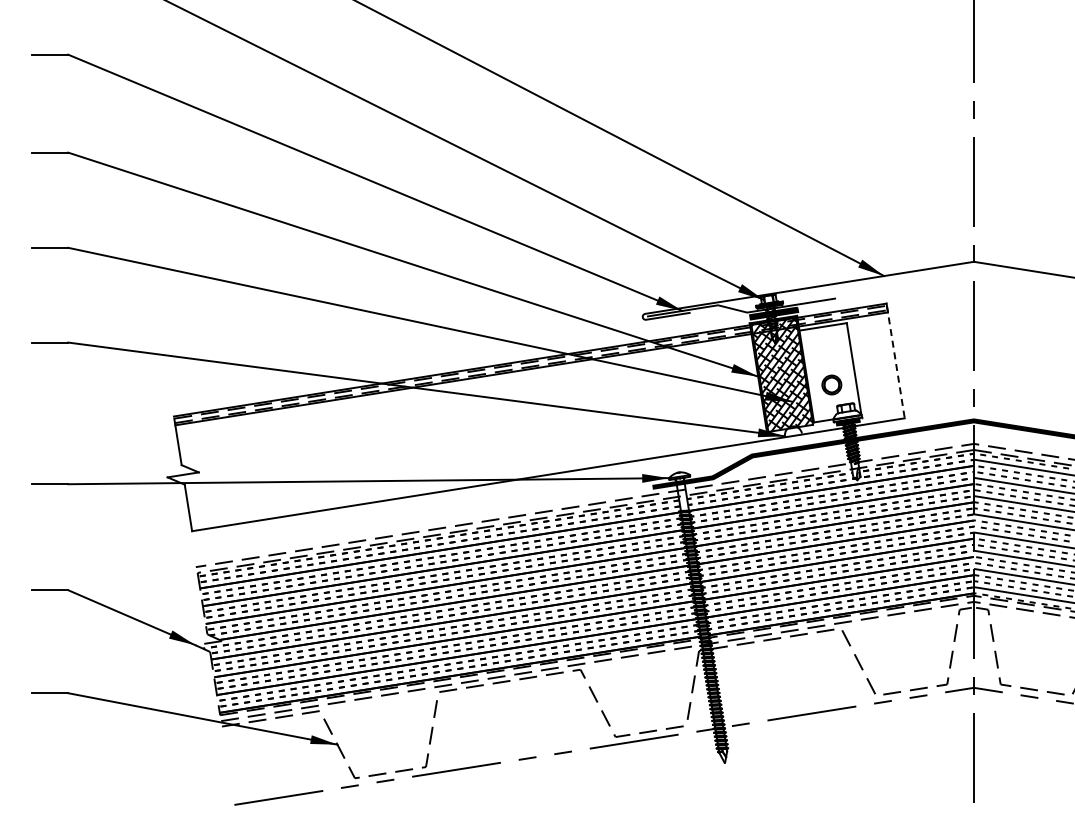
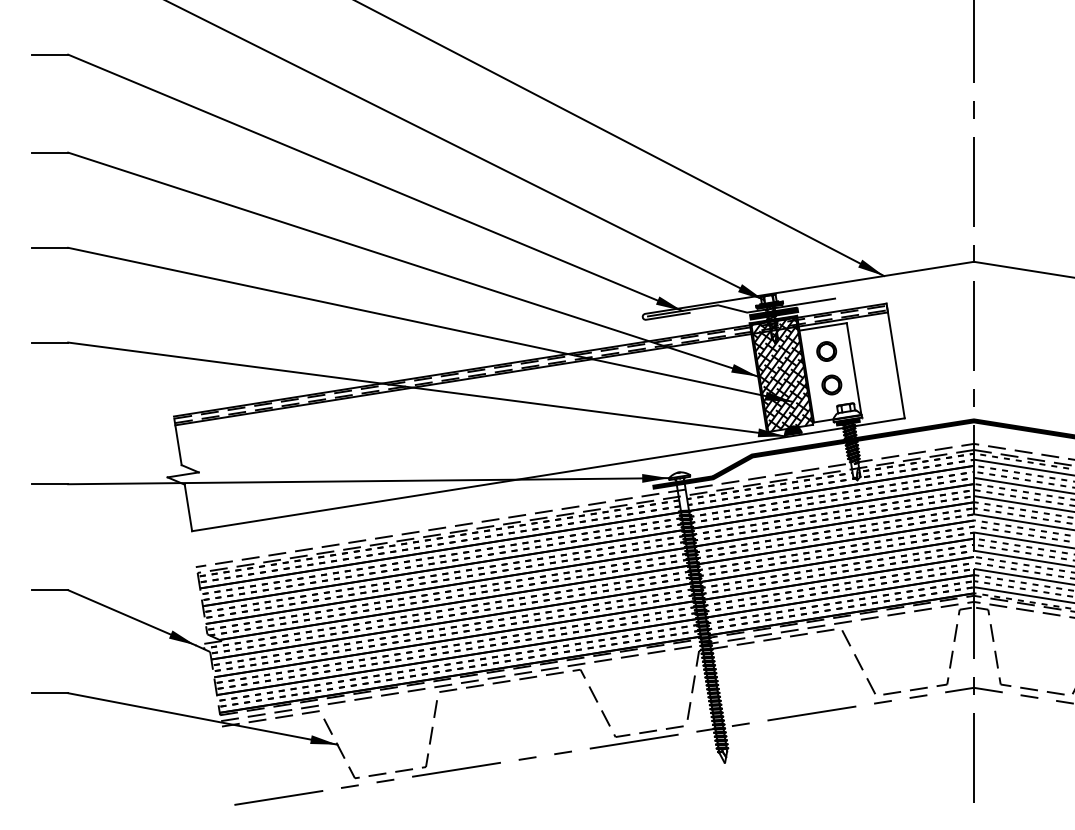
part at (826, 351): none -> present
line at (895, 362): dashed -> solid
fill at (792, 431): none -> present
